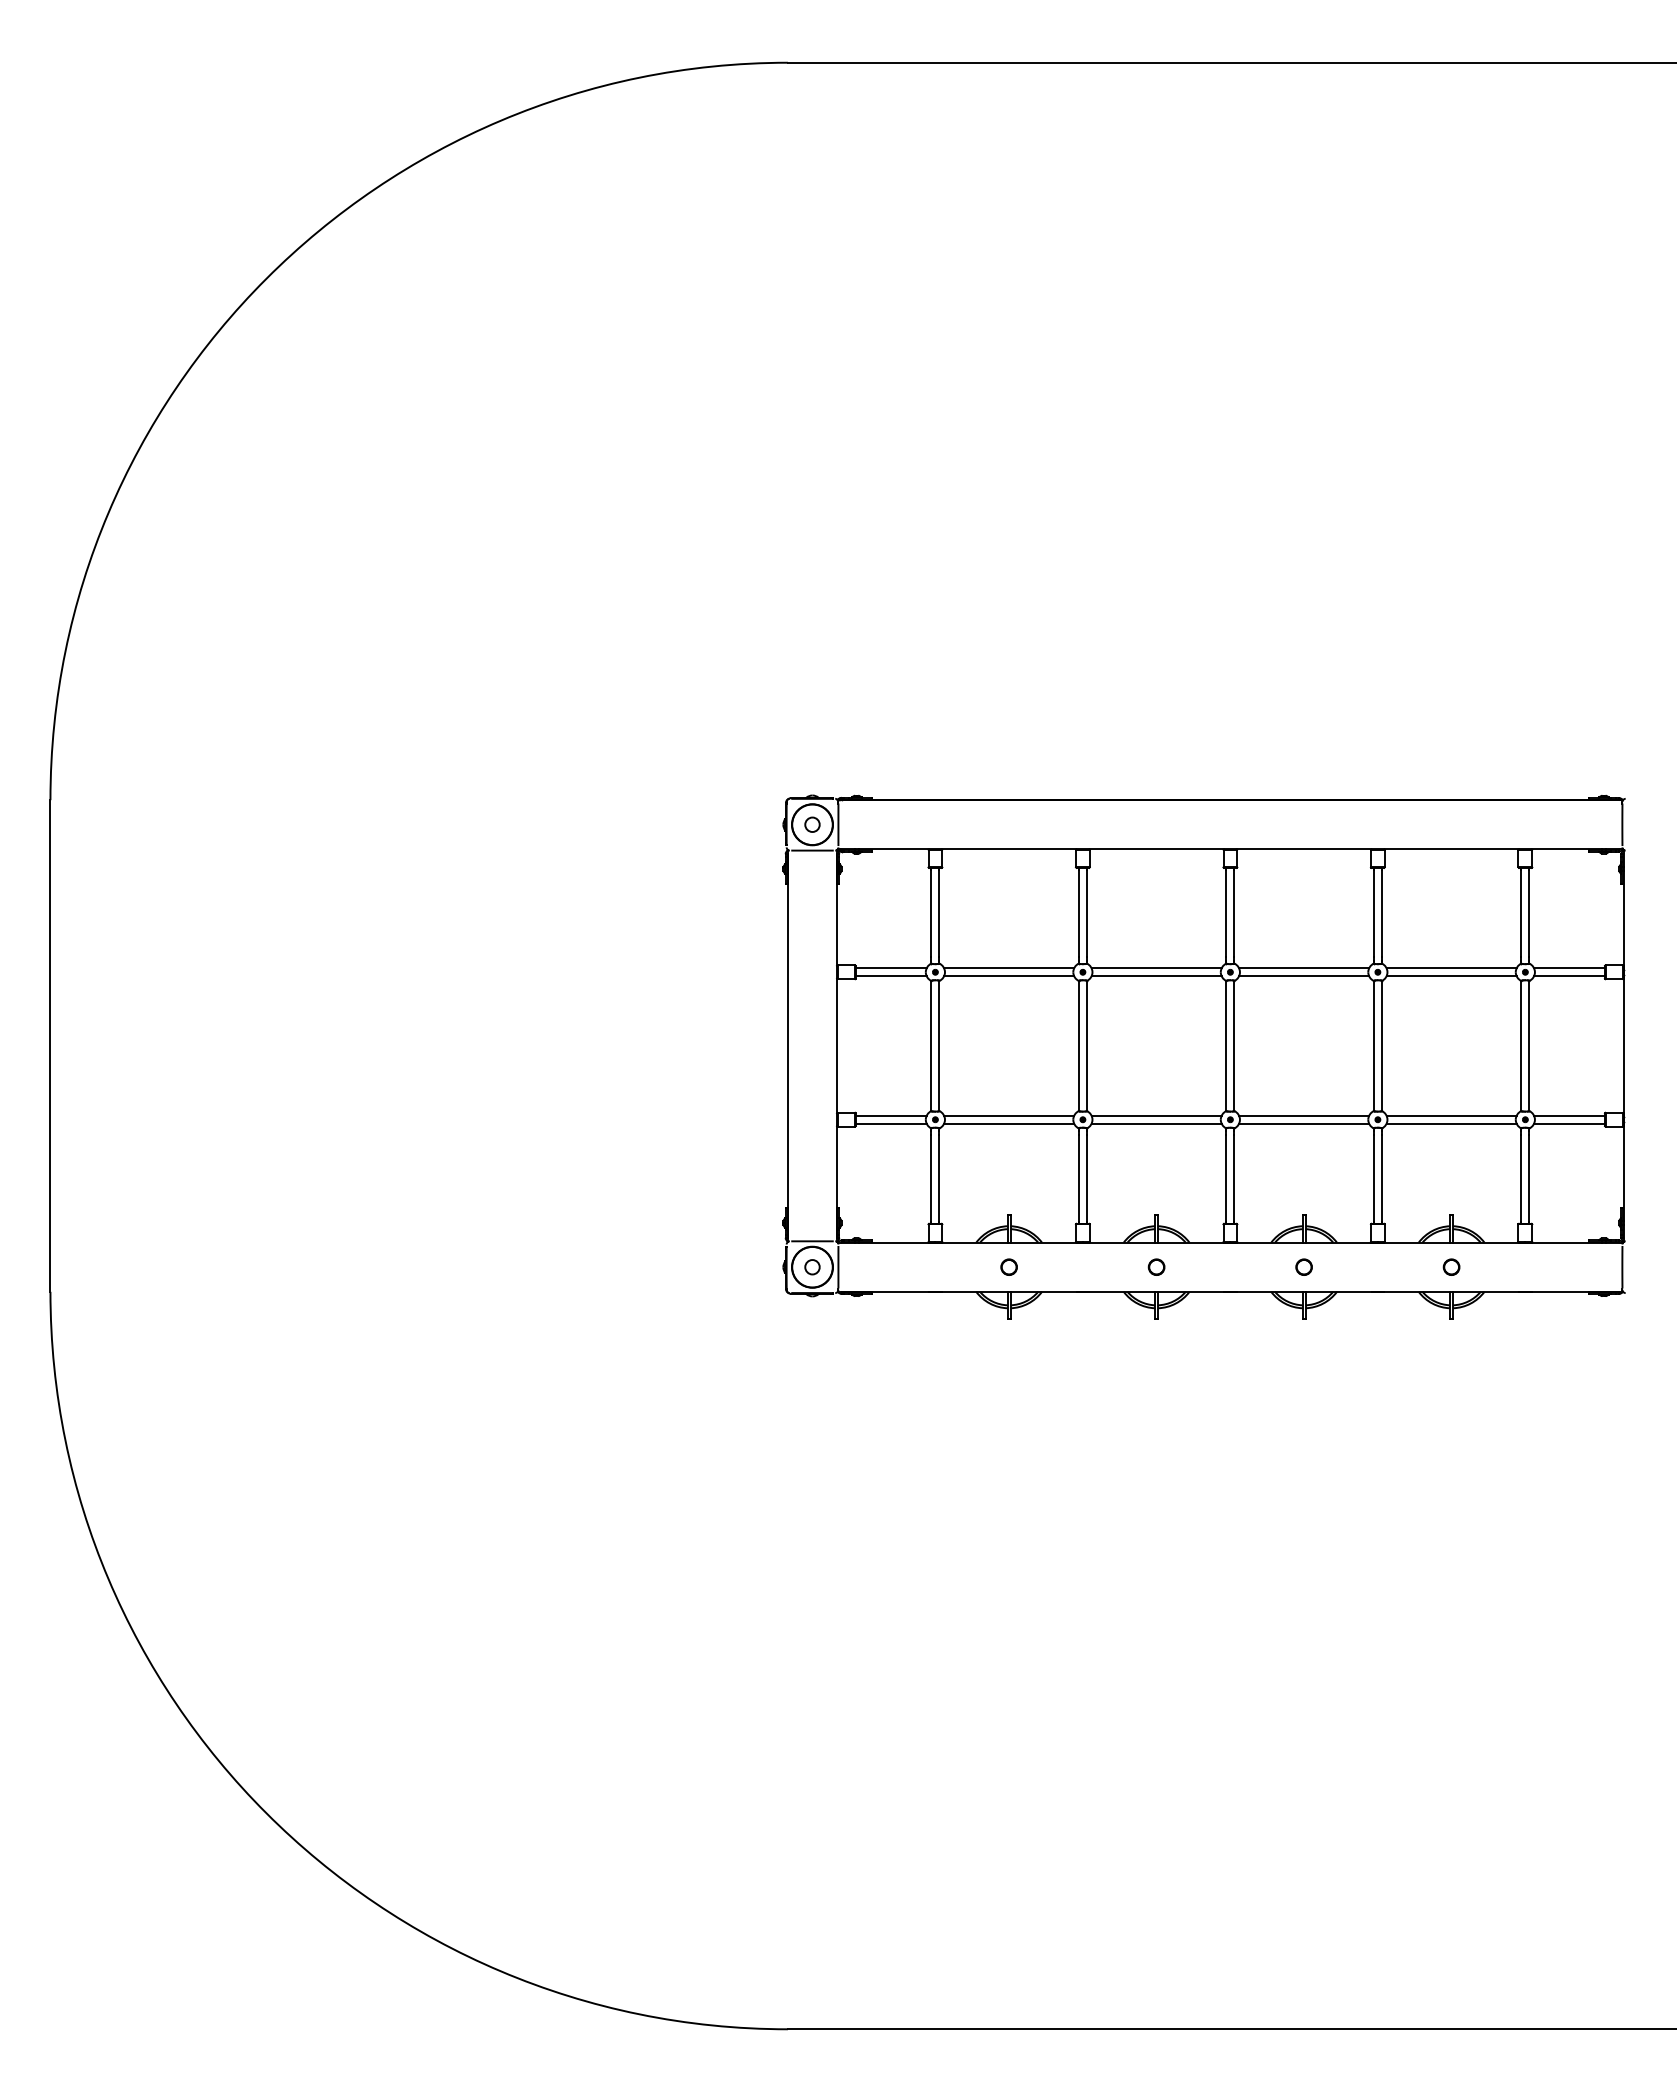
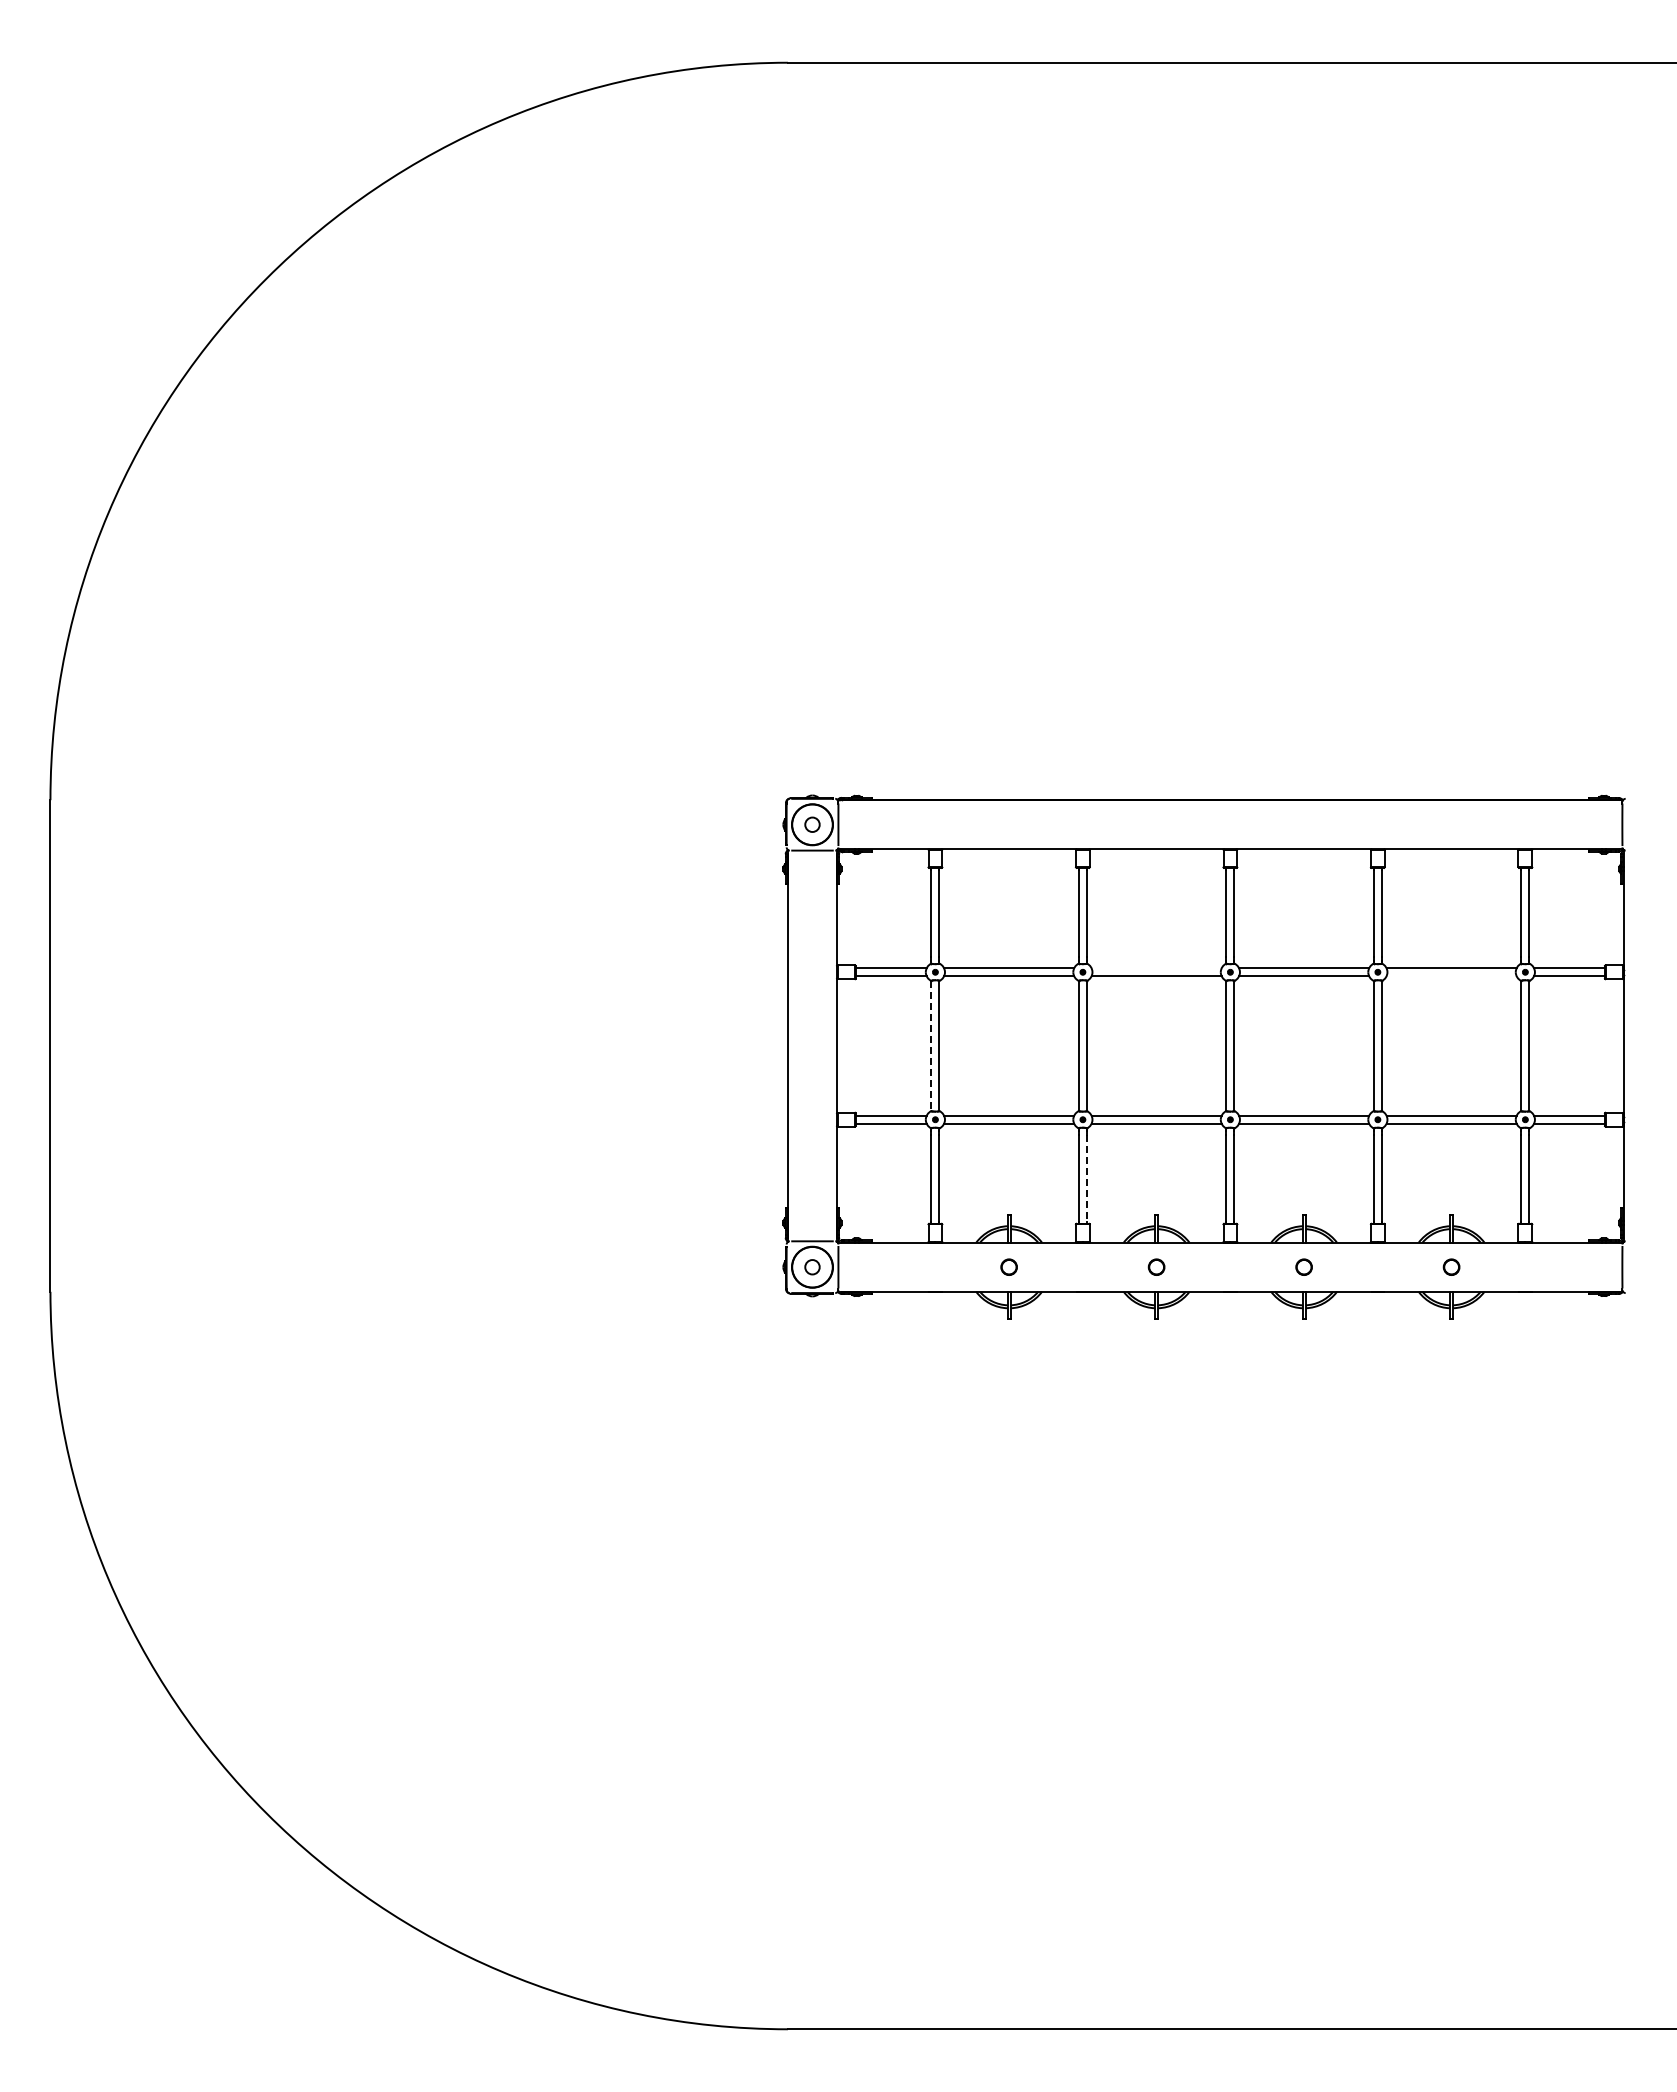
line at (1156, 968): present -> none
line at (1451, 976): present -> none
line at (931, 1046): solid -> dashed
line at (1086, 1179): solid -> dashed
